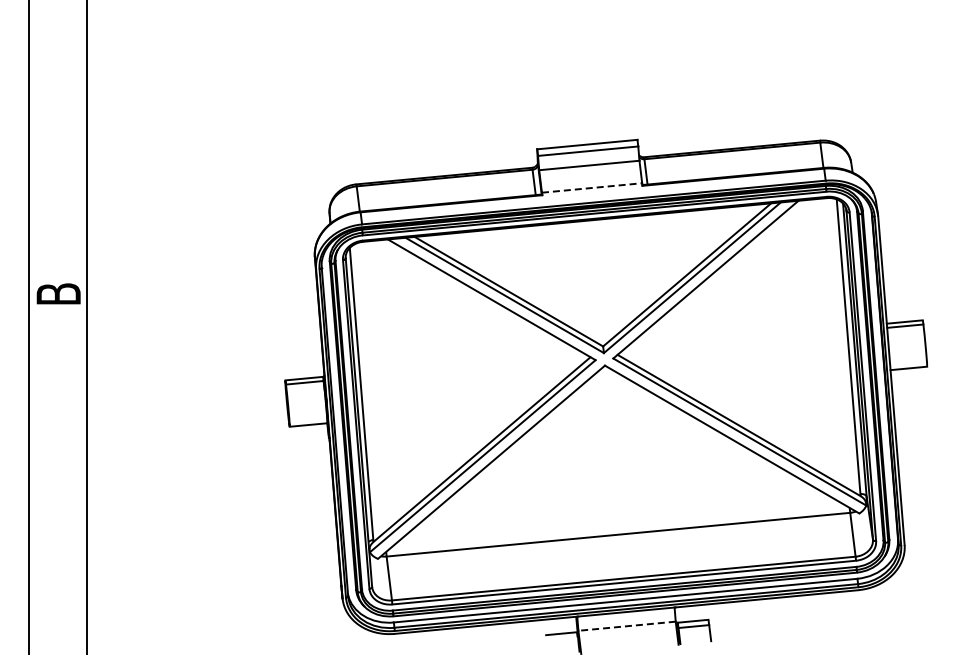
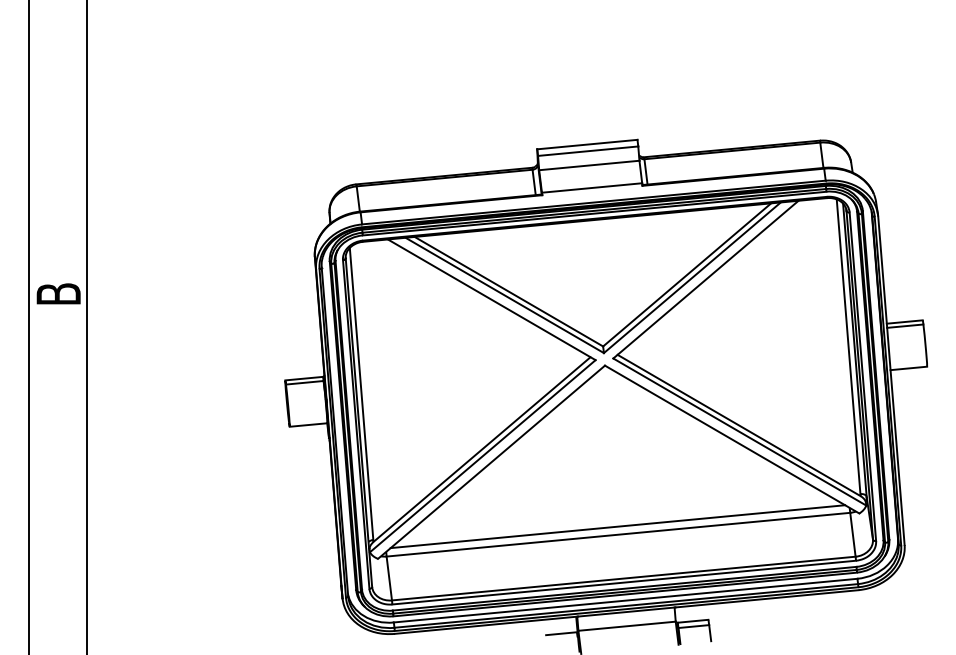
line at (592, 187): dashed -> solid
line at (617, 526): none -> present
line at (627, 626): dashed -> solid
